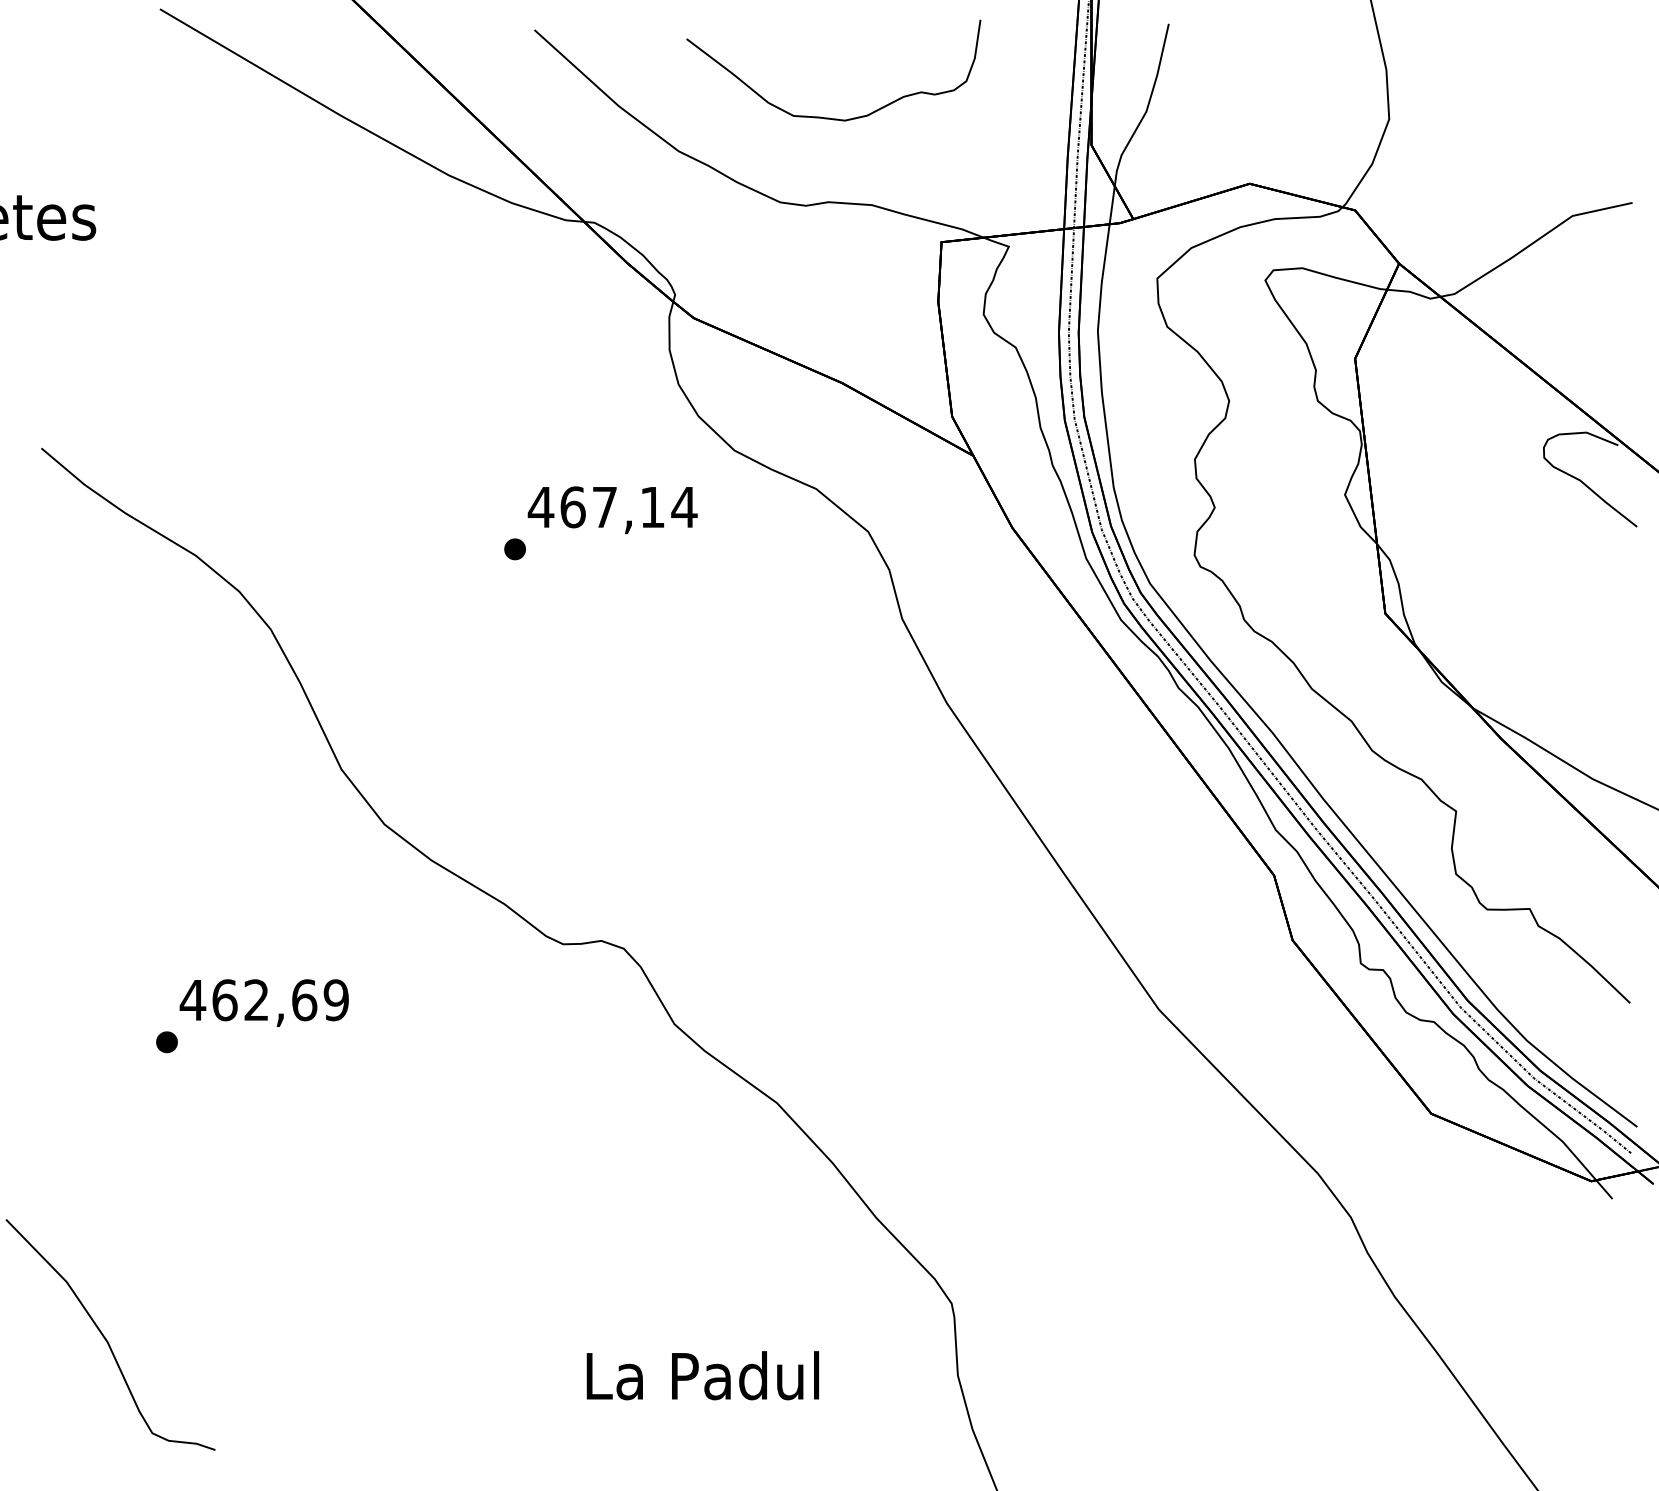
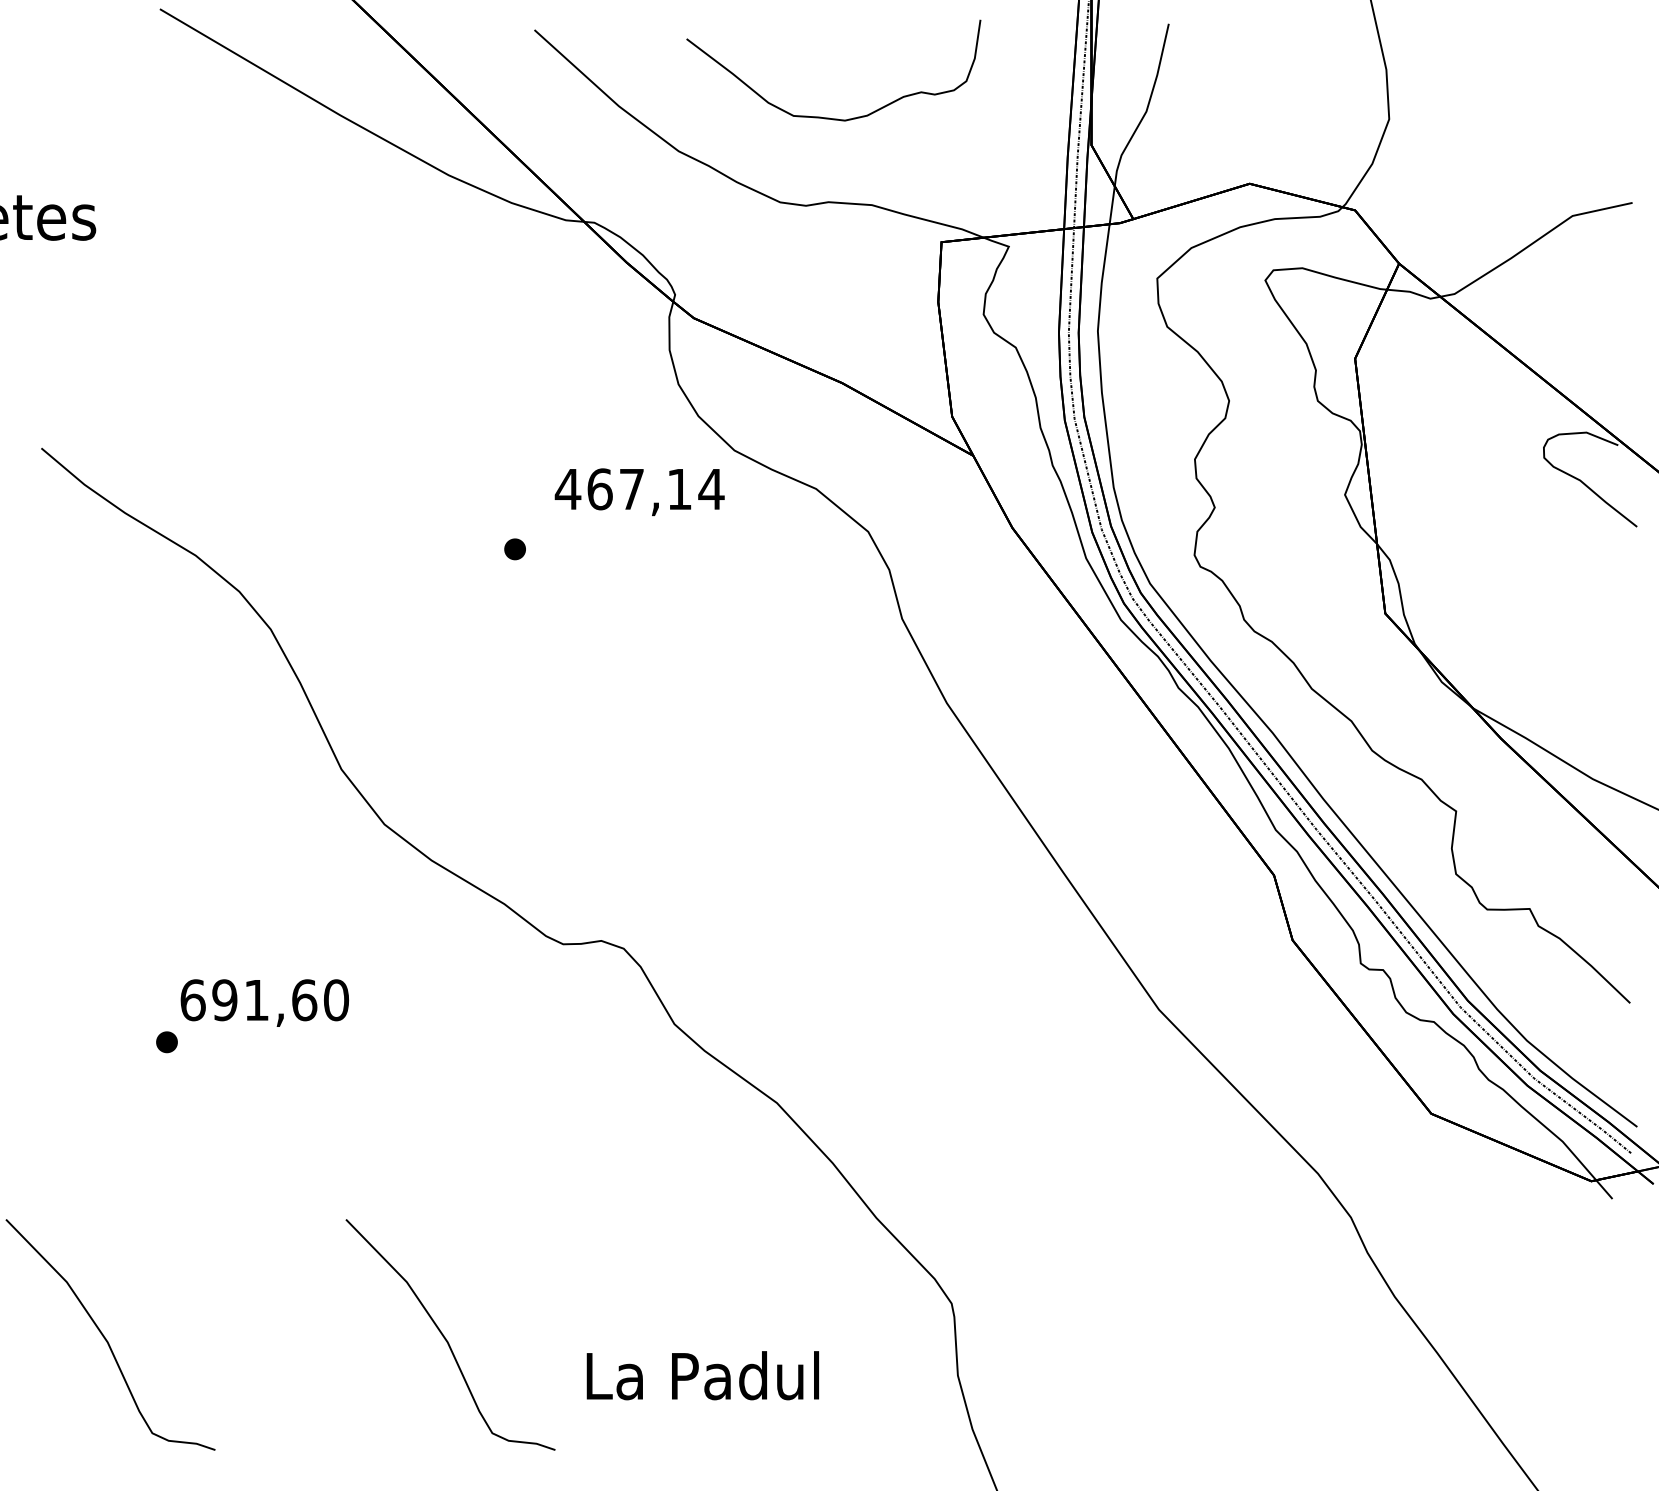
text at (612, 509) position: (612, 509) -> (639, 491)
text at (264, 1000): 462,69 -> 691,60
curve at (446, 1338): none -> present
